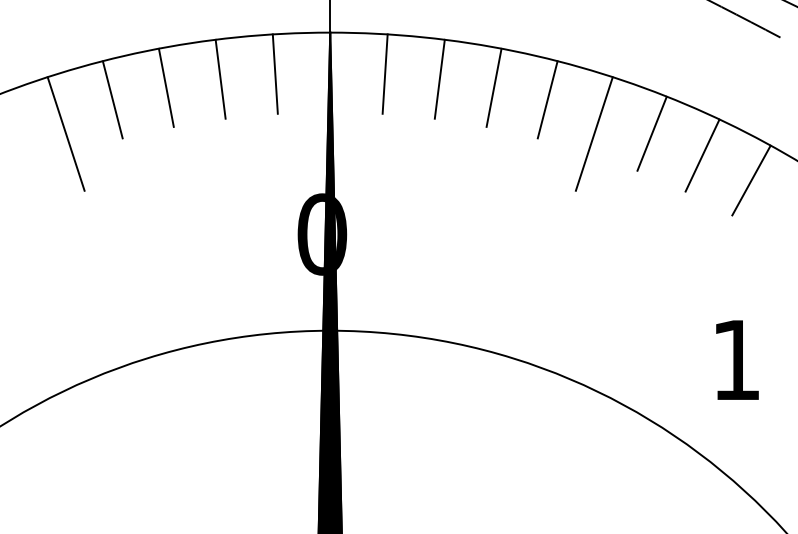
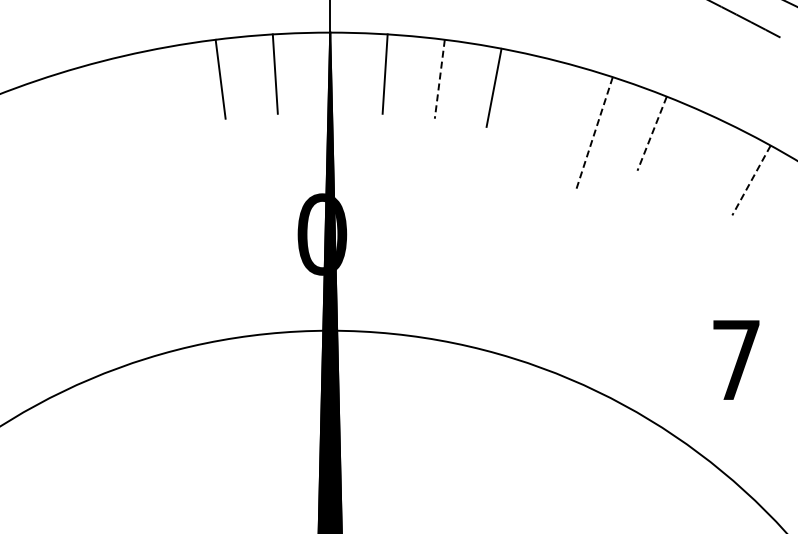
line at (439, 79): solid -> dashed
line at (165, 87): present -> none
line at (112, 99): present -> none
line at (547, 99): present -> none
line at (65, 133): present -> none
line at (652, 133): solid -> dashed
line at (594, 134): solid -> dashed
line at (702, 155): present -> none
line at (751, 180): solid -> dashed
text at (736, 359): 1 -> 7
